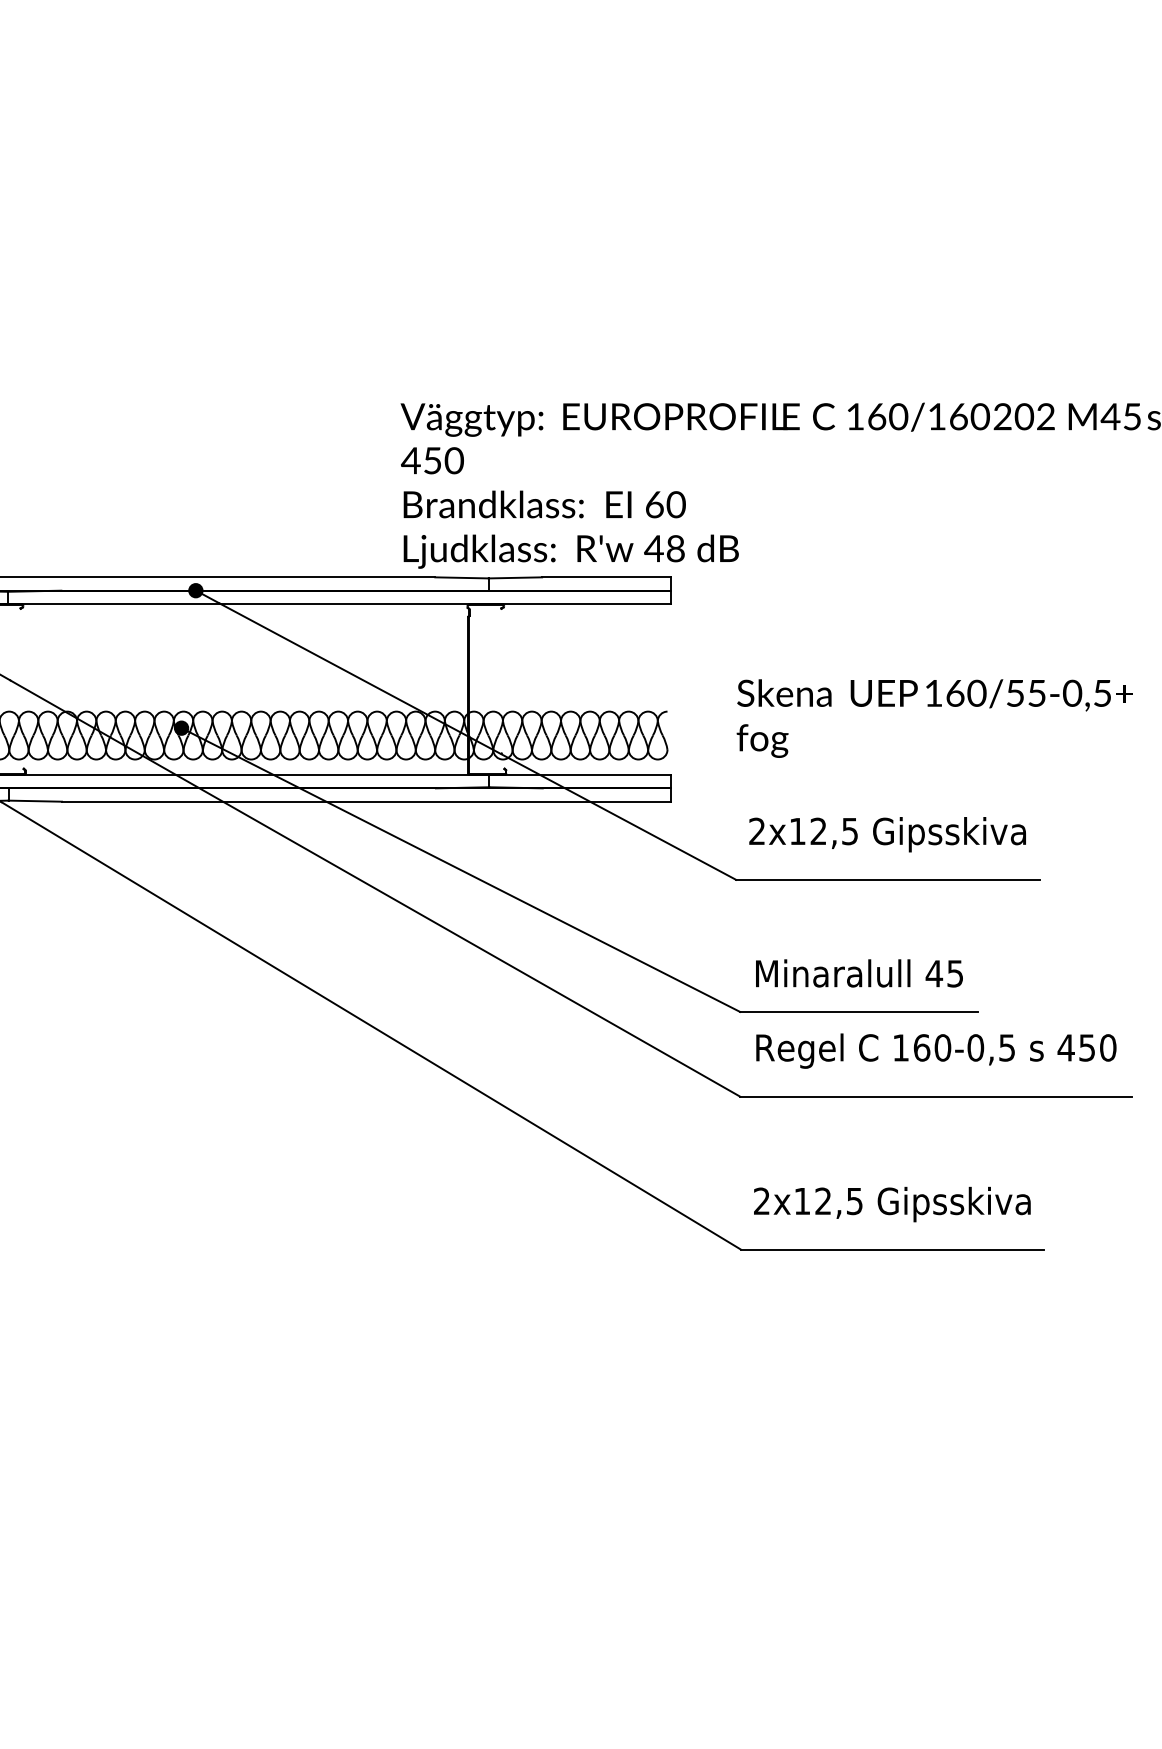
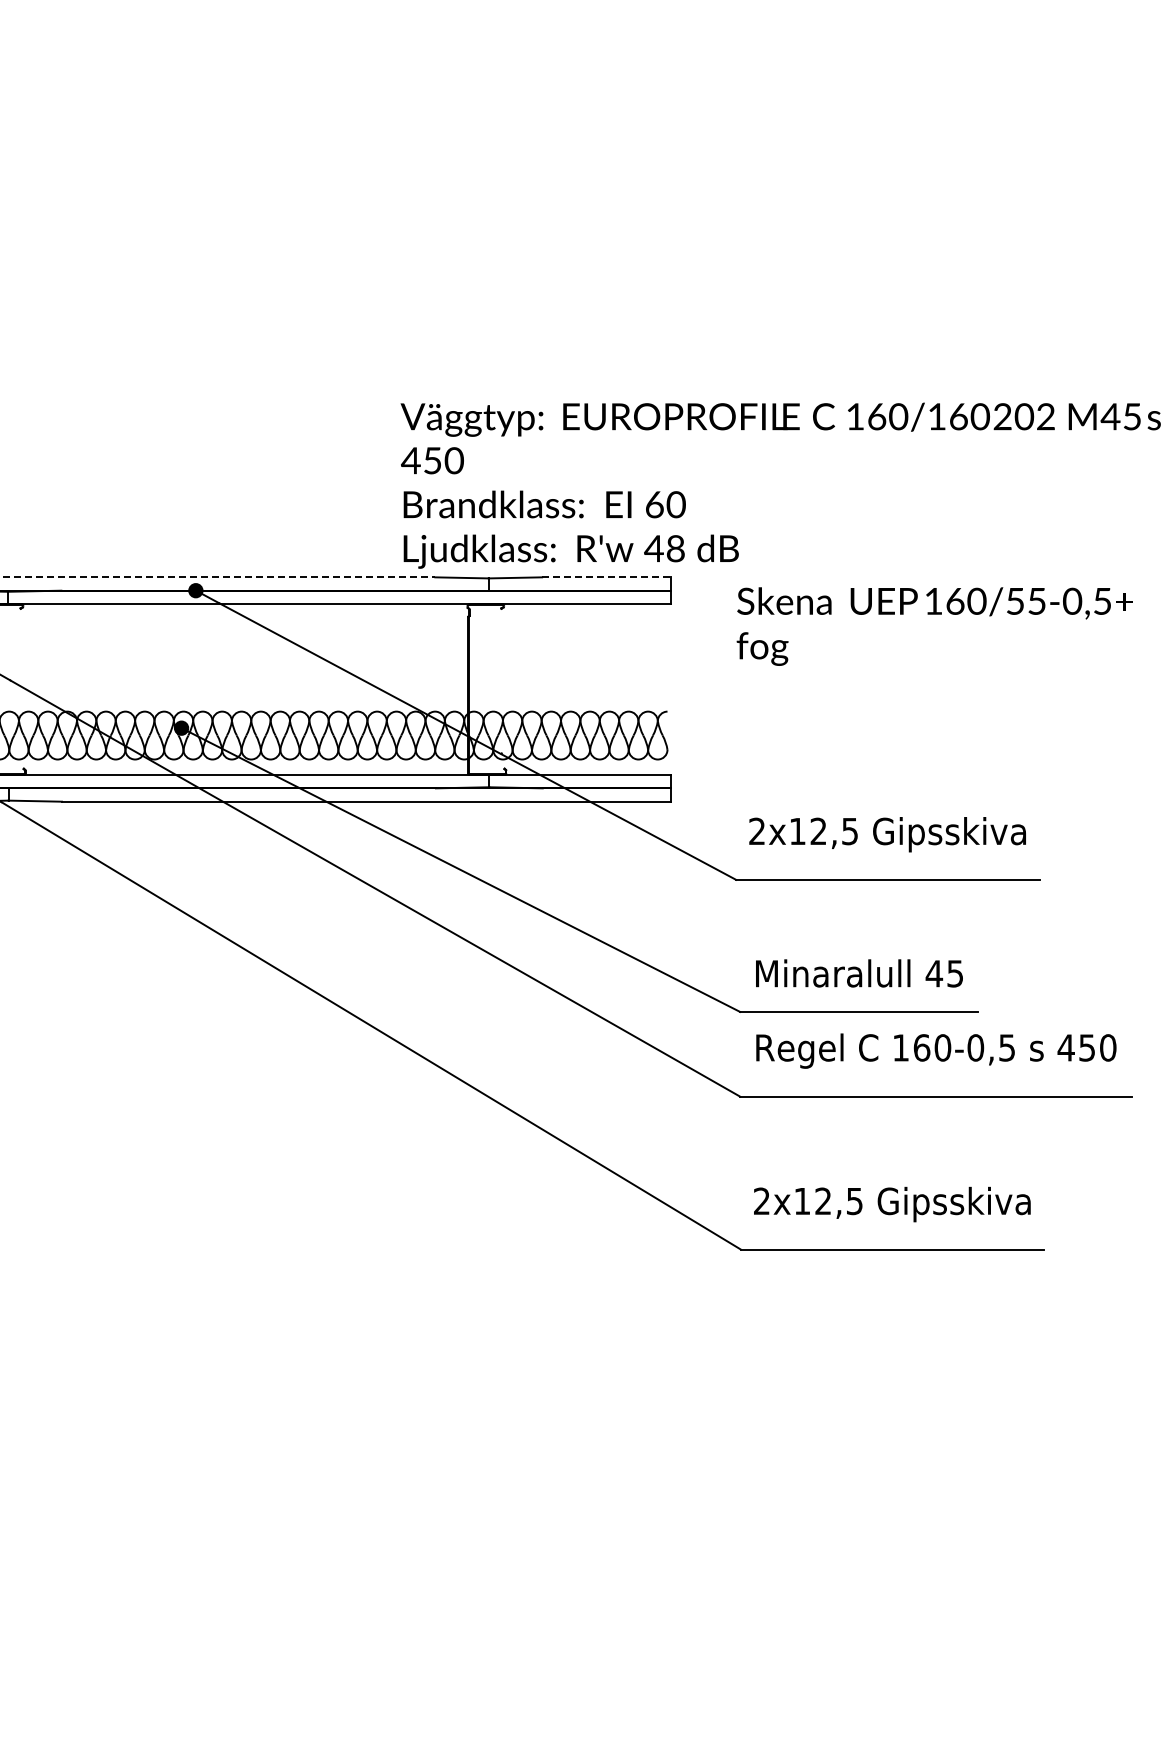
line at (218, 577): solid -> dashed
line at (607, 577): solid -> dashed
text at (934, 718) position: (934, 718) -> (934, 626)
